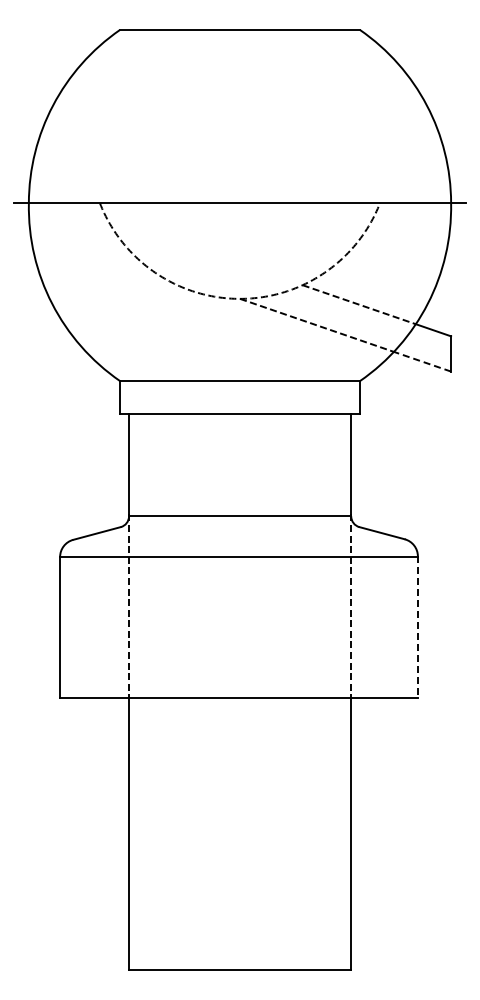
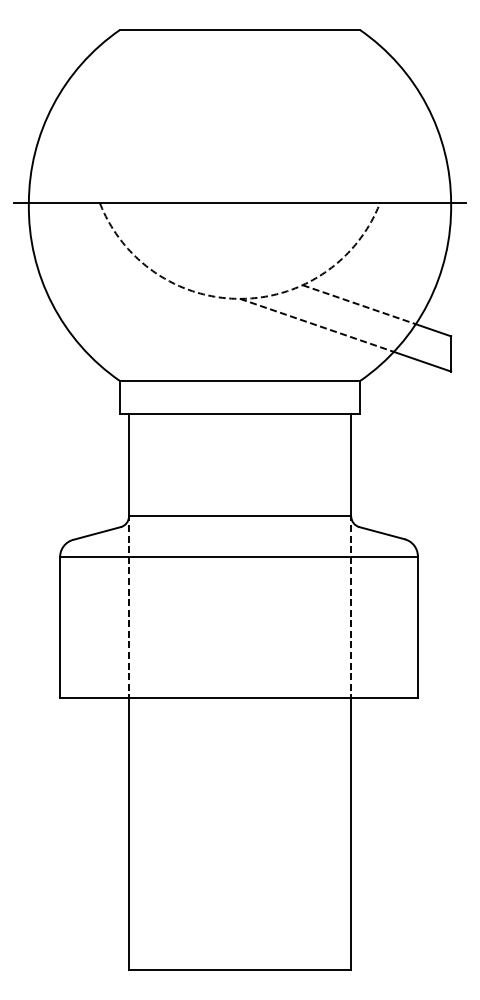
line at (422, 361): dashed -> solid
line at (417, 627): dashed -> solid
